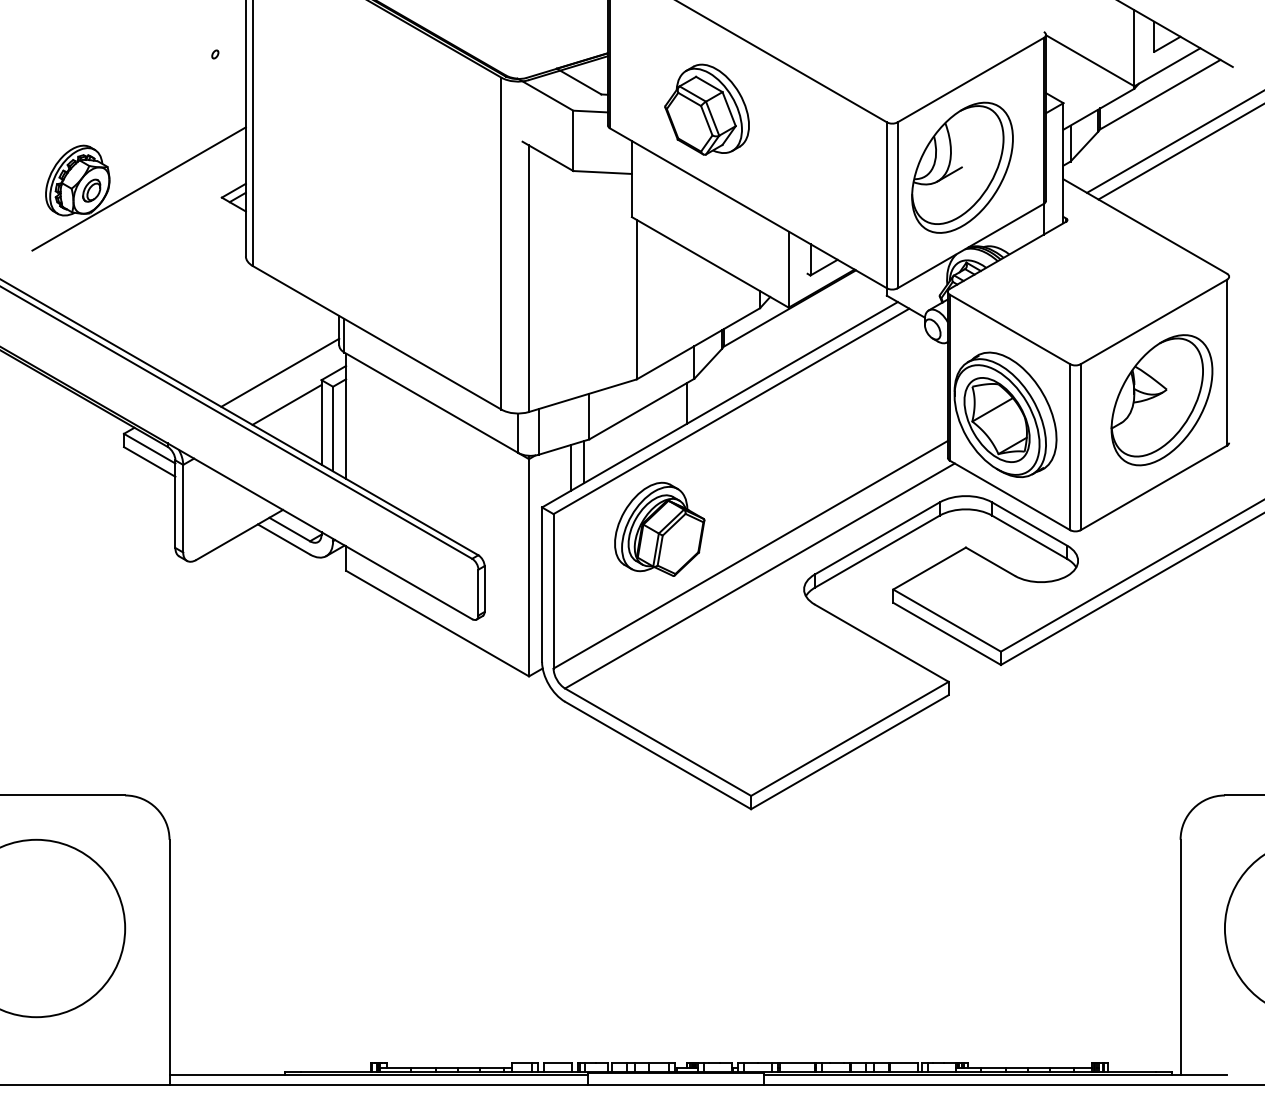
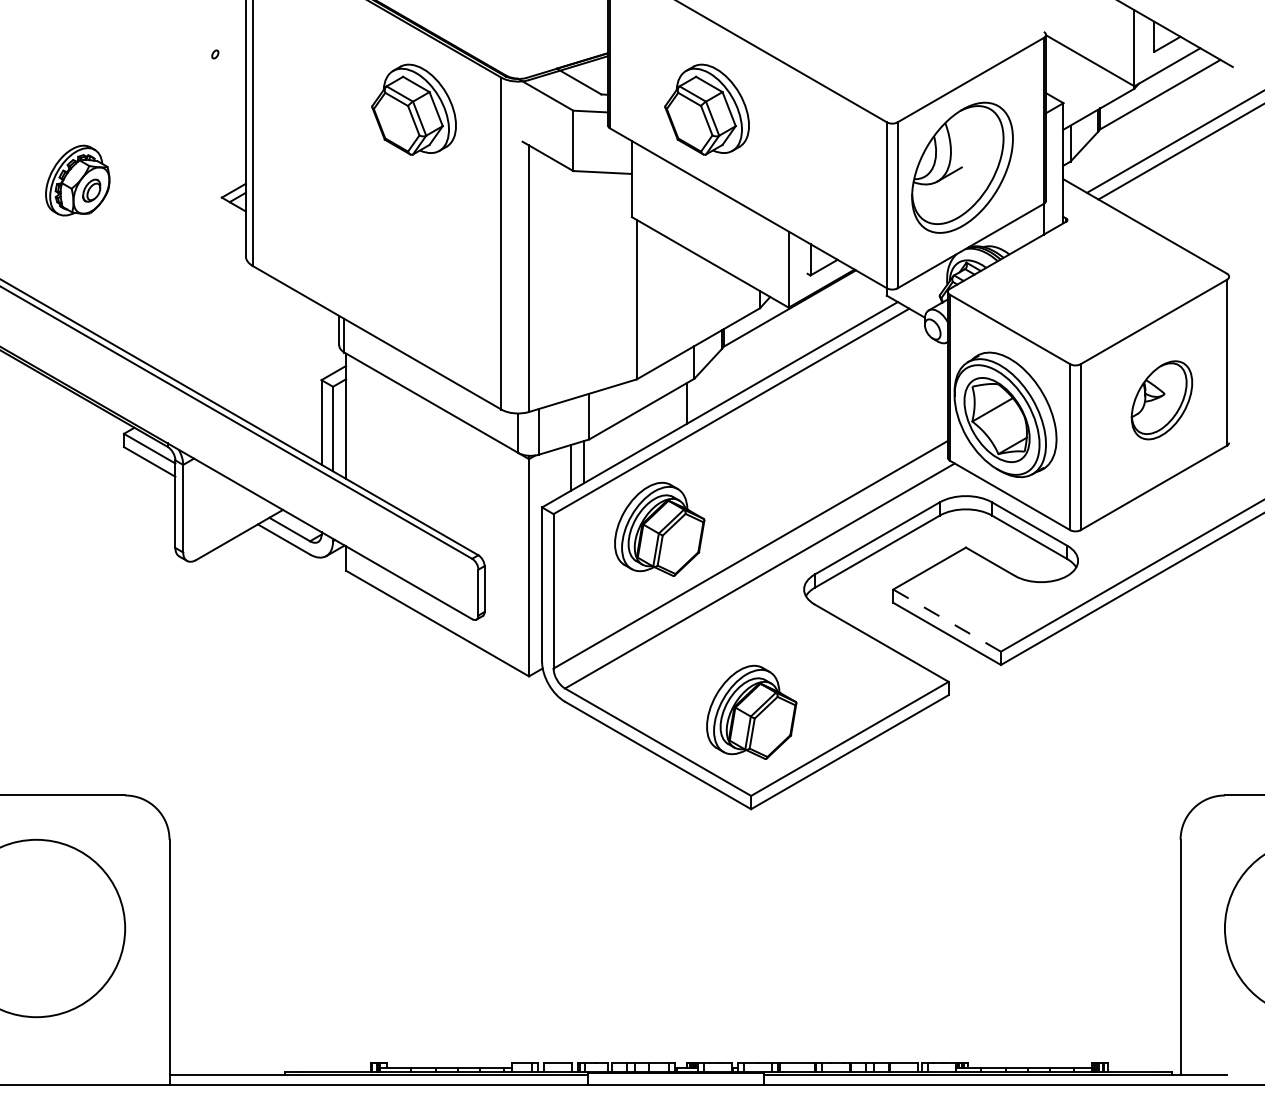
part at (413, 109): none -> present
line at (138, 188): present -> none
line at (280, 372): present -> none
part at (1161, 400) size: 104x133 px -> 64x81 px
line at (286, 404): present -> none
line at (947, 620): solid -> dashed
part at (751, 711): none -> present
